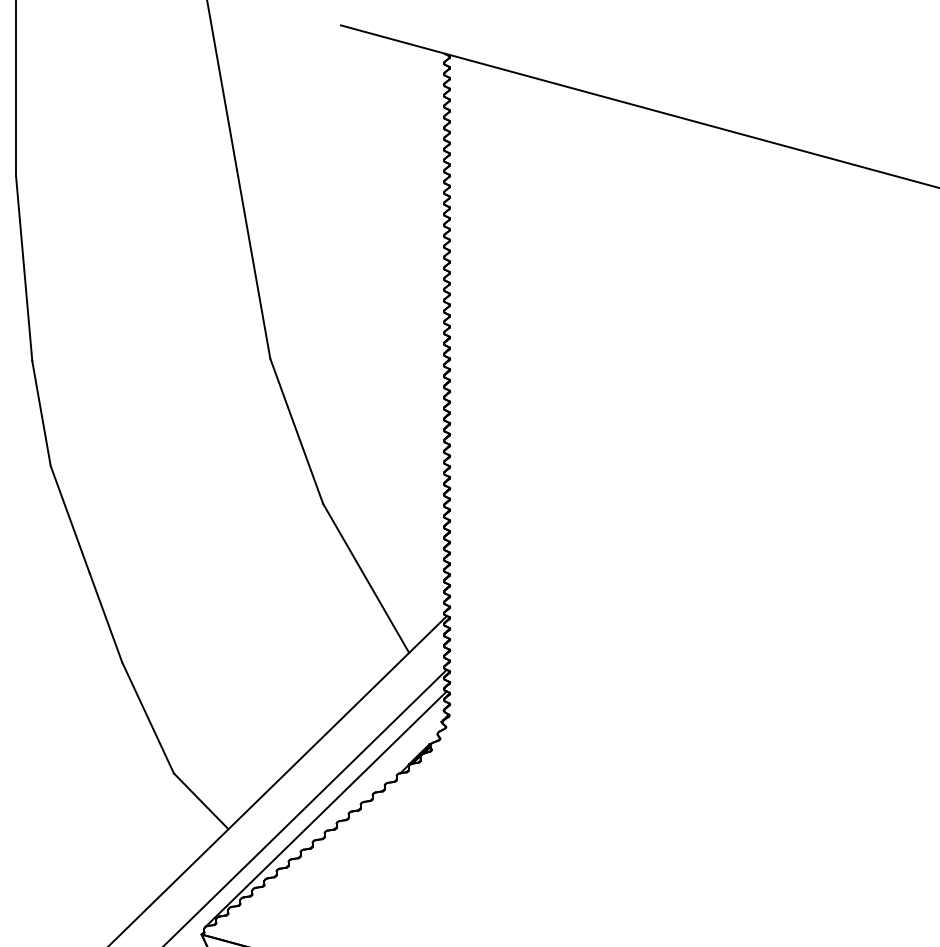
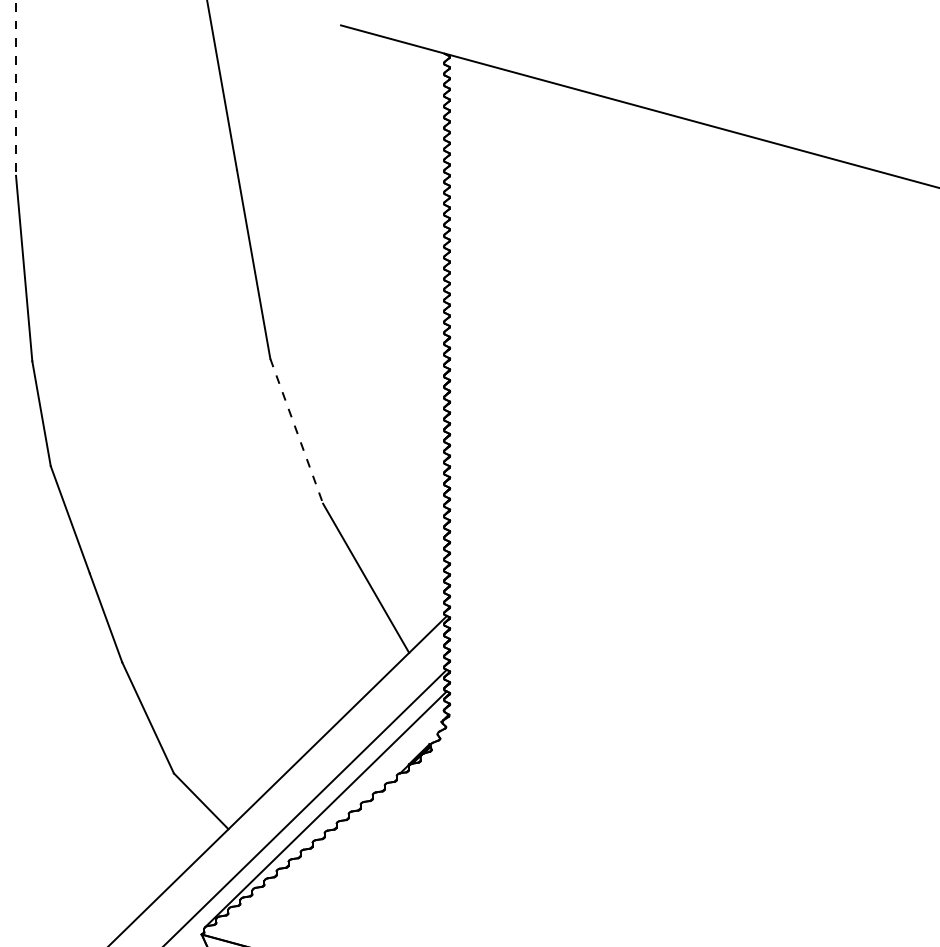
line at (16, 88): solid -> dashed
line at (296, 431): solid -> dashed
